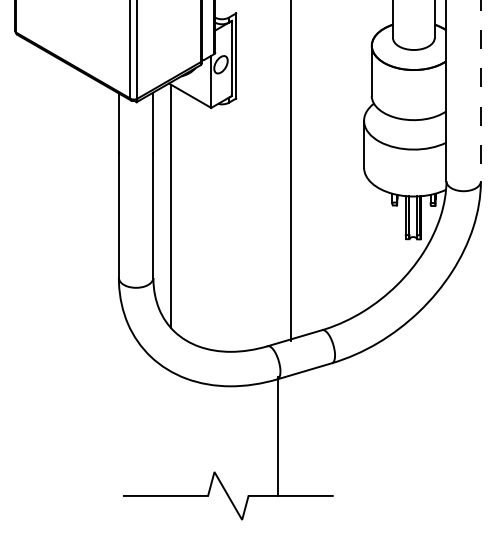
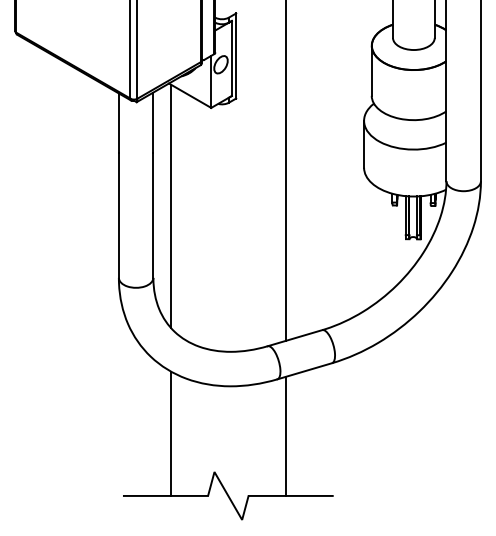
line at (480, 91): dashed -> solid
line at (290, 171) position: (290, 171) -> (285, 171)
line at (170, 433): none -> present
line at (277, 435) position: (277, 435) -> (285, 435)
